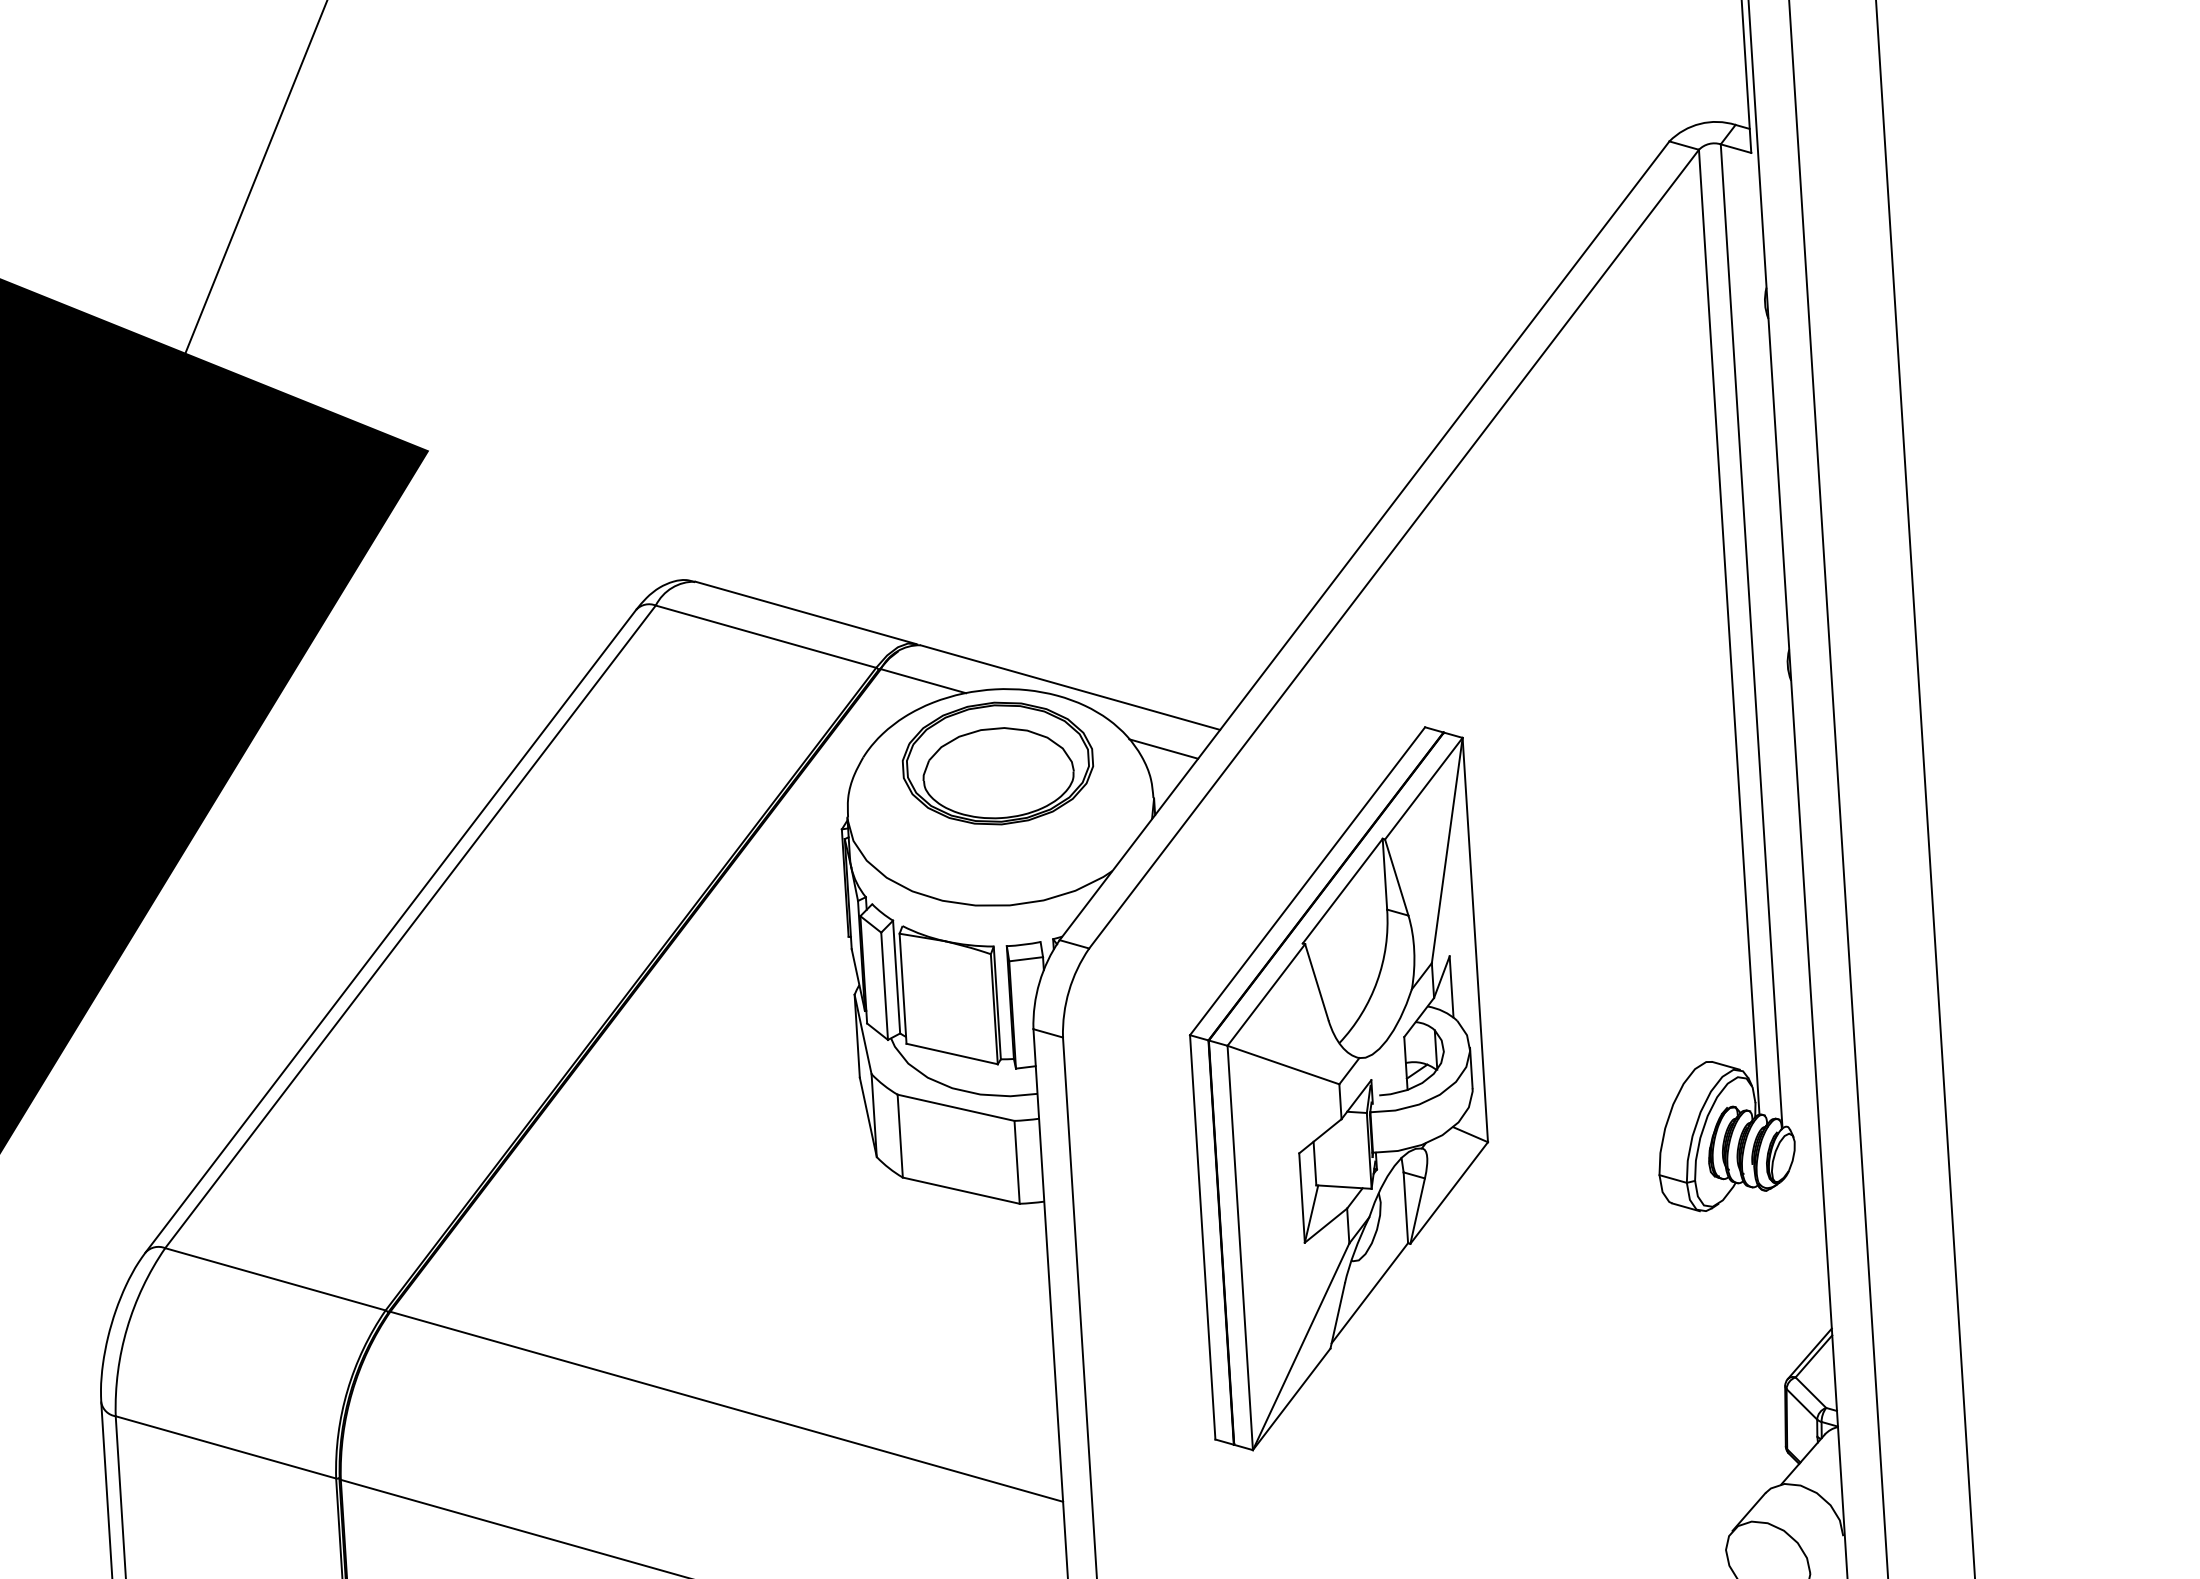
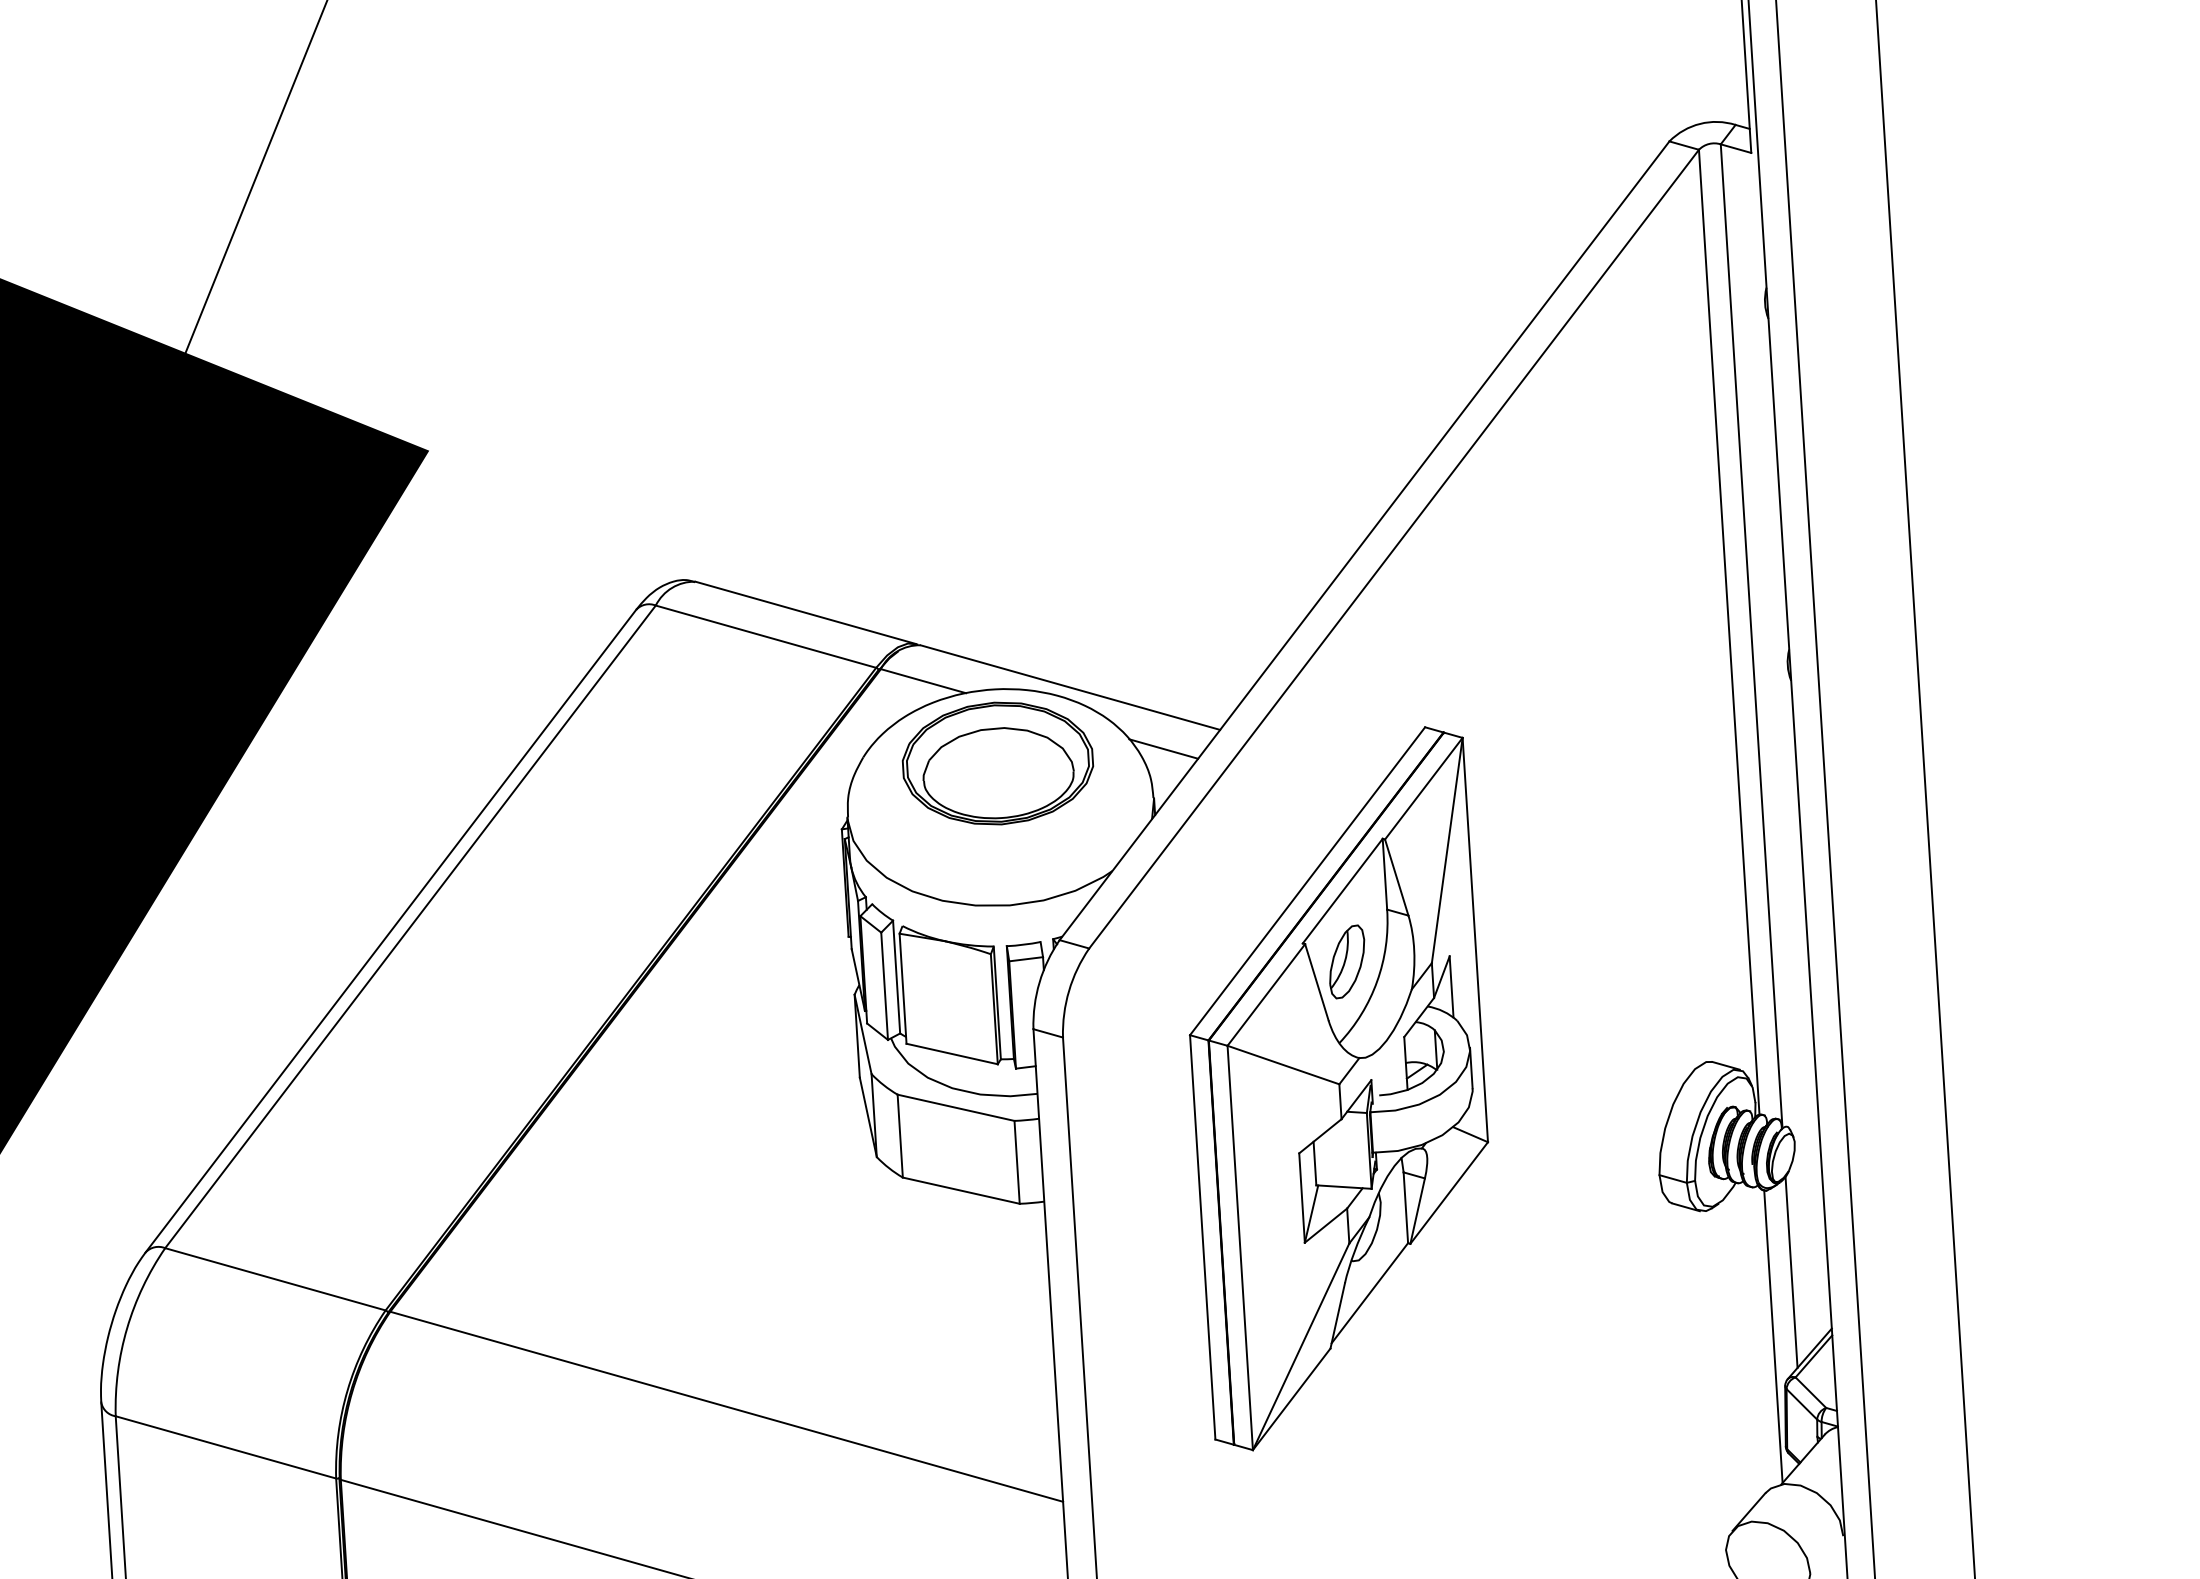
line at (1838, 788) position: (1838, 788) -> (1825, 788)
part at (1347, 961): none -> present
line at (1791, 1271): none -> present
line at (1773, 1336): none -> present
